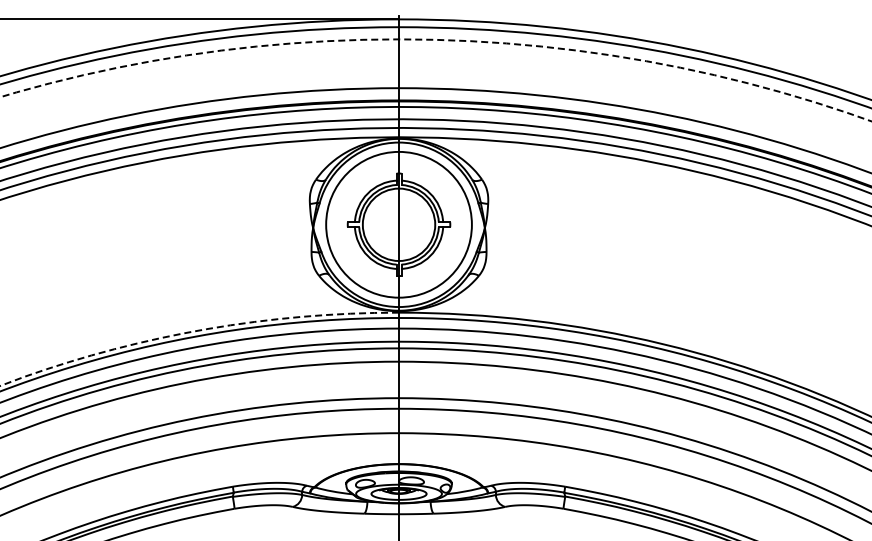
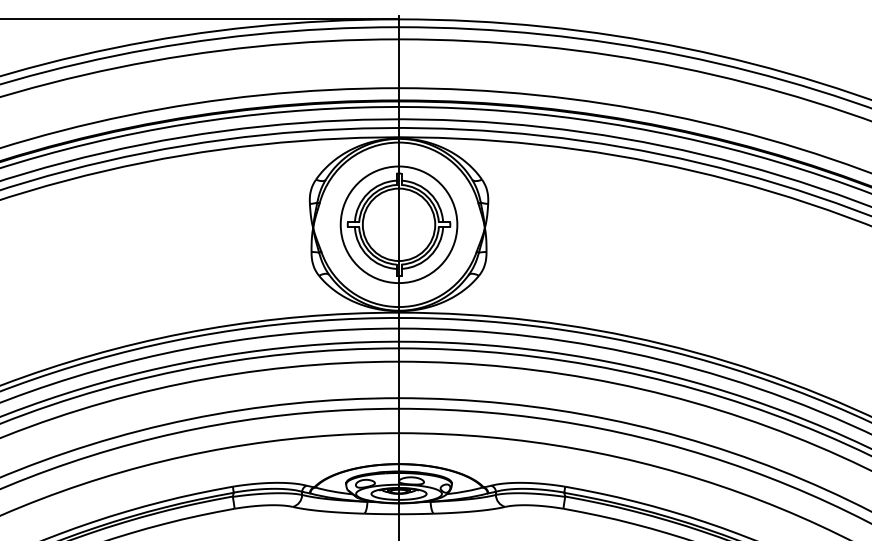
circle at (435, 80): dashed -> solid
circle at (398, 224) diameter: 146 px -> 117 px
arc at (196, 331): dashed -> solid
